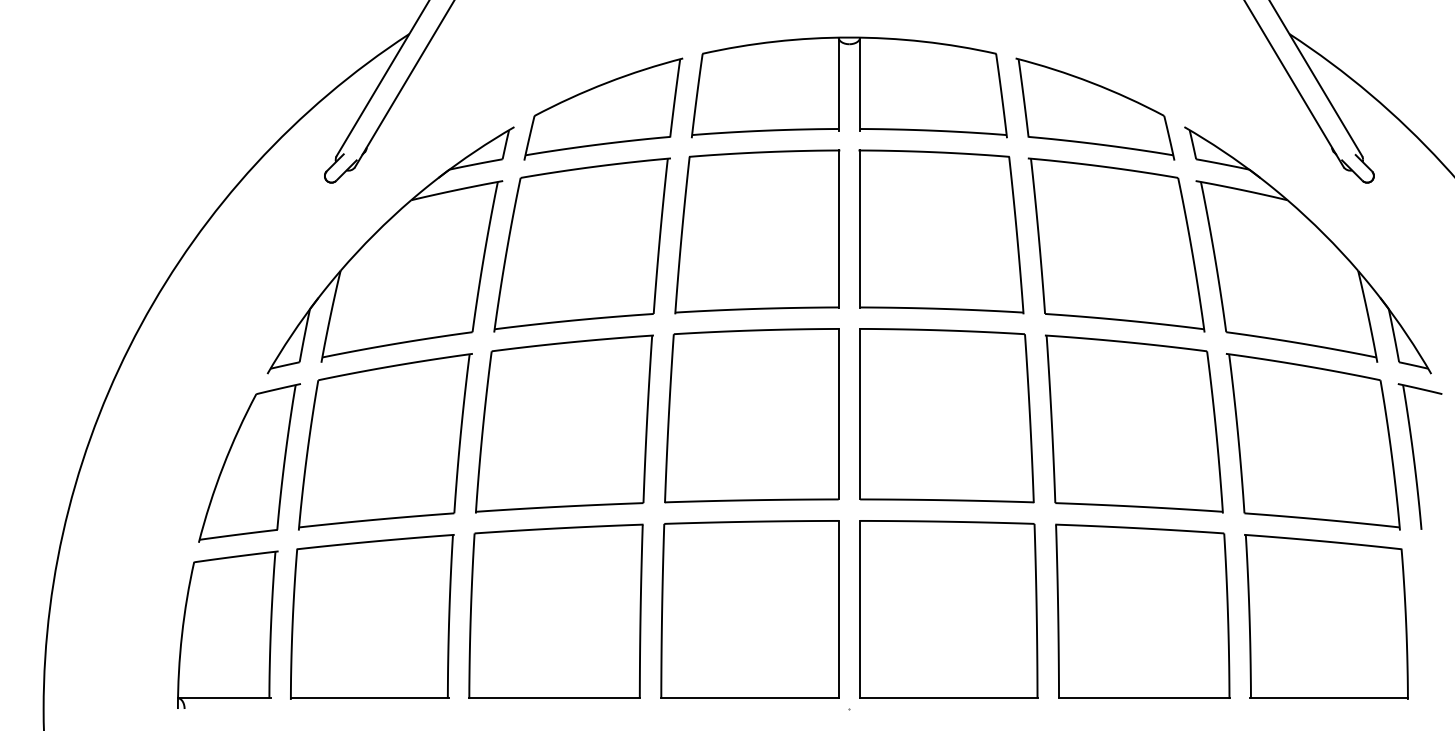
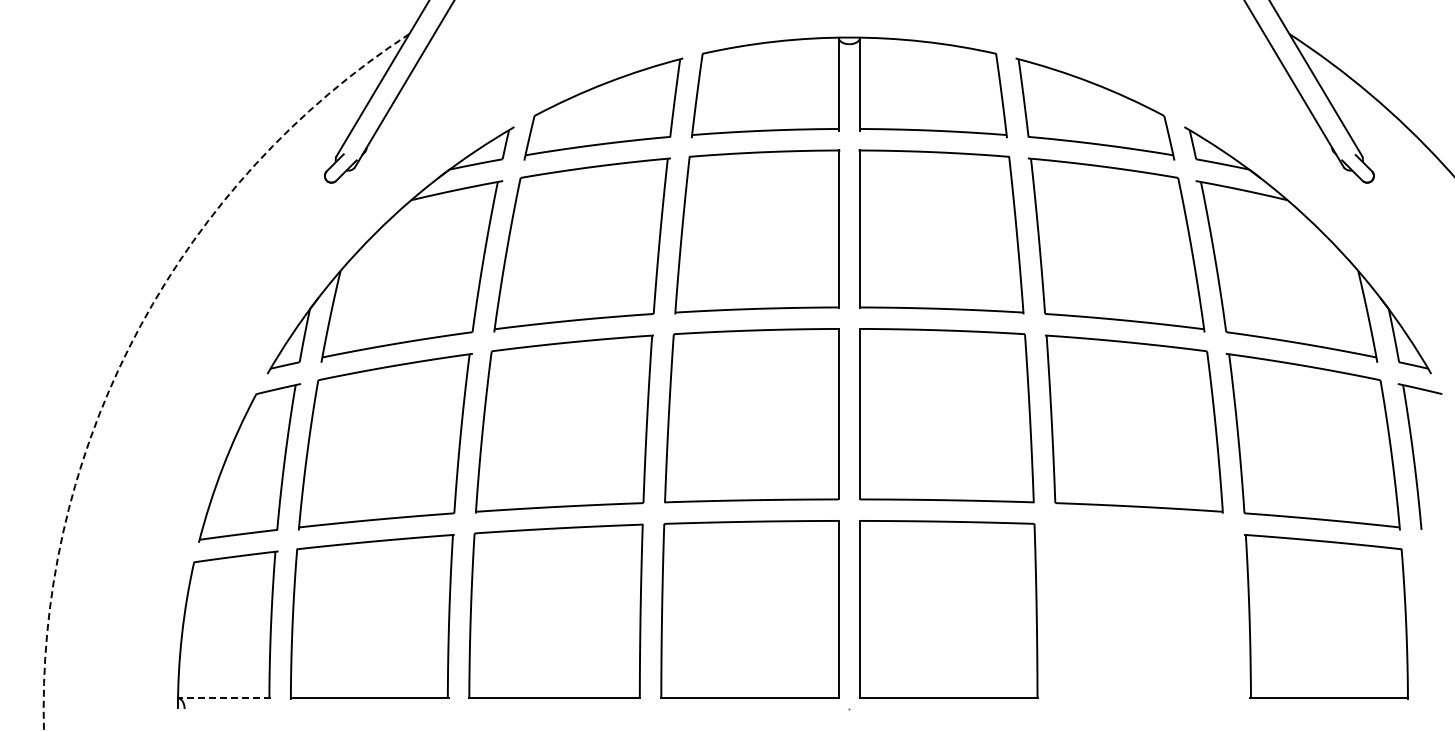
arc at (135, 334): solid -> dashed
part at (1142, 610): present -> none
line at (224, 698): solid -> dashed
